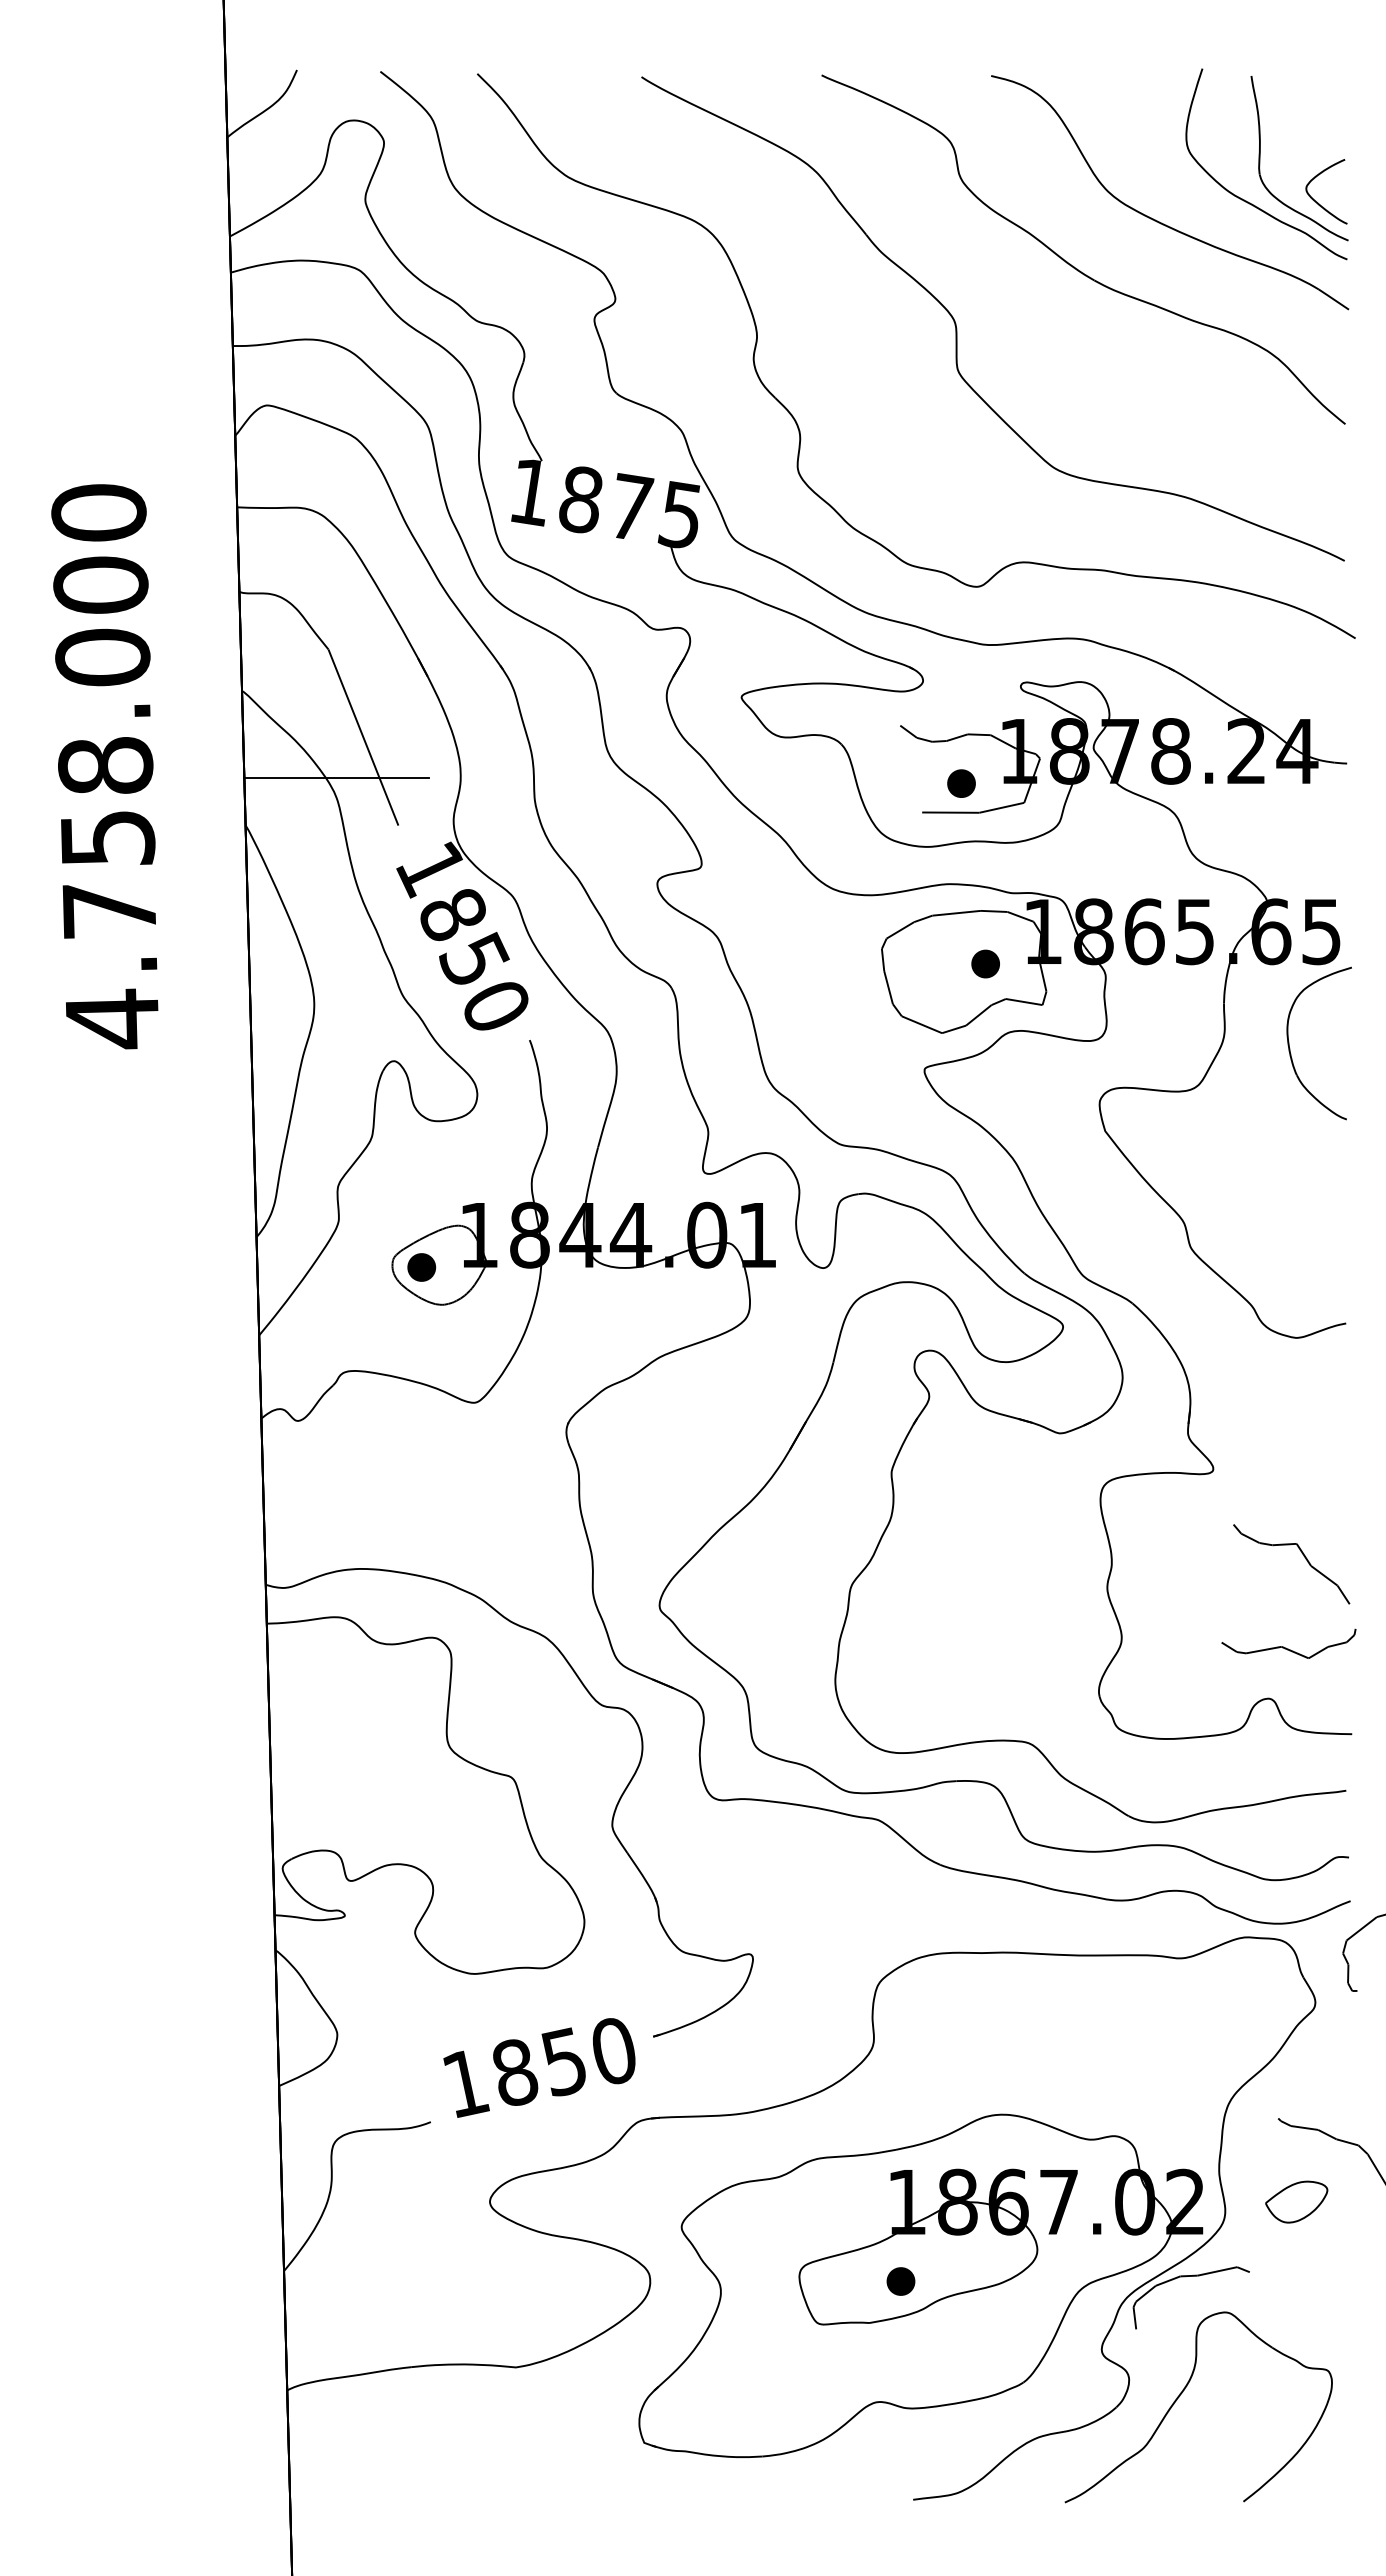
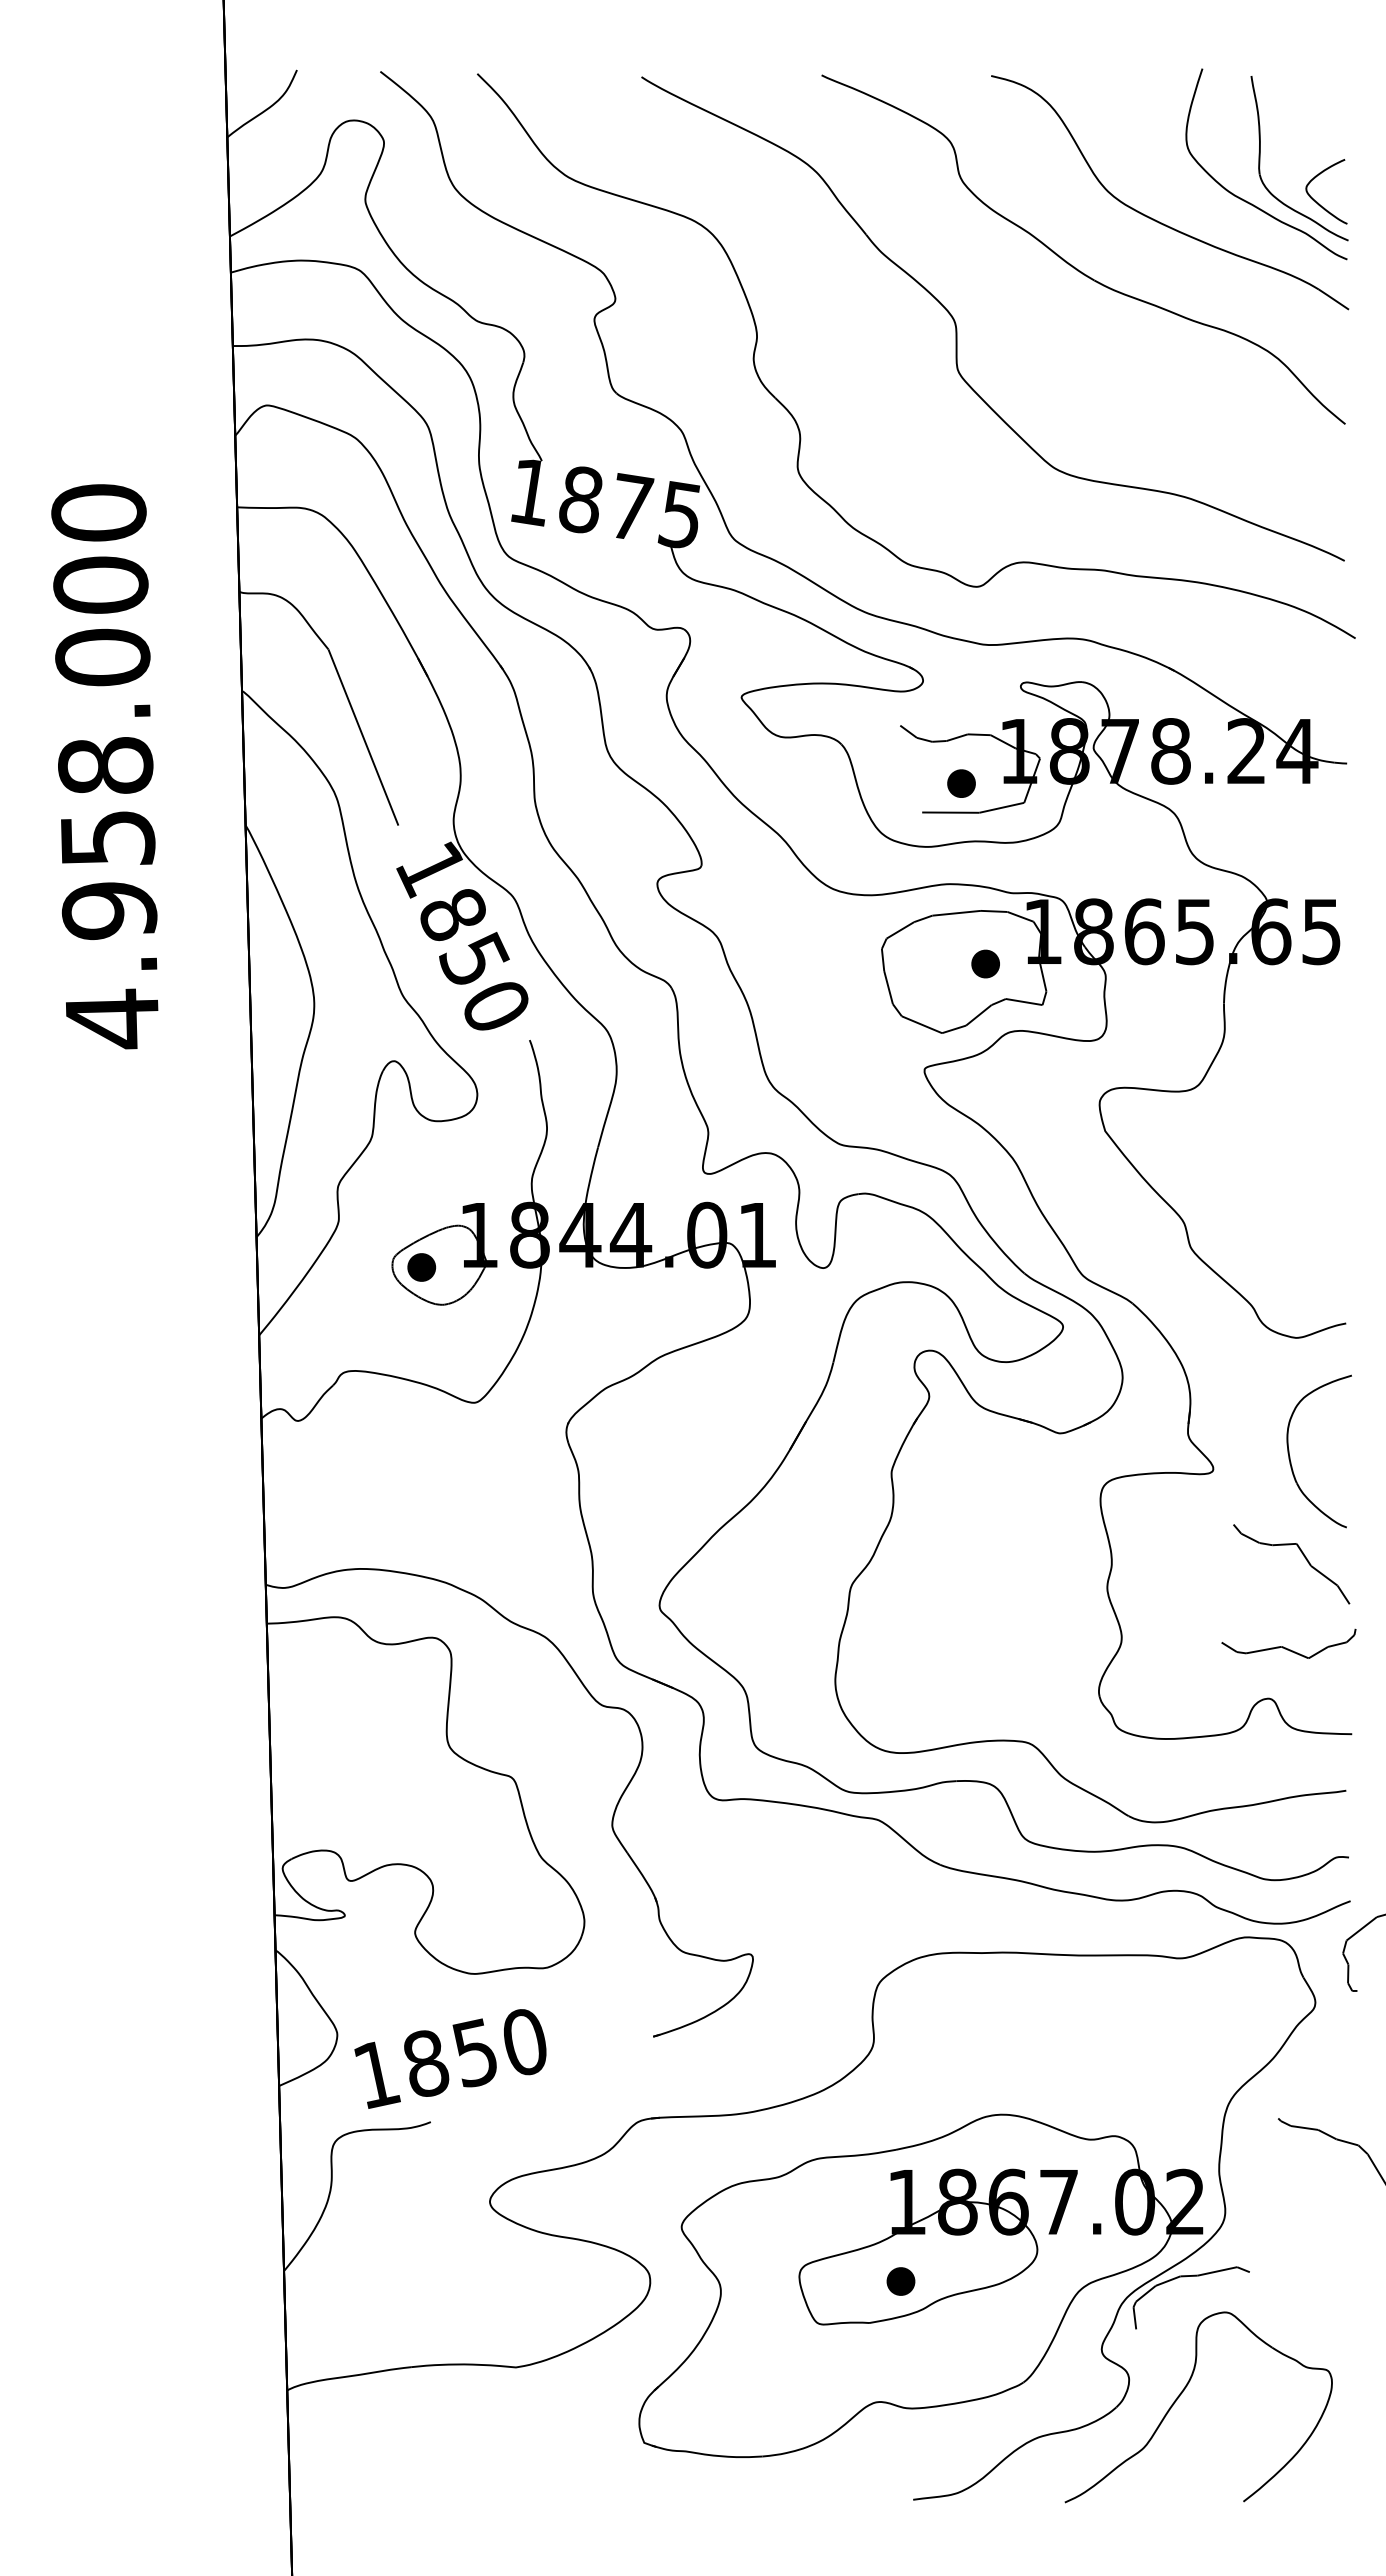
line at (336, 777): present -> none
text at (109, 911): 4.758.000 -> 4.958.000
part at (1290, 1048) position: (1290, 1048) -> (1290, 1456)
text at (539, 2067) position: (539, 2067) -> (450, 2058)
part at (1296, 2201): present -> none
